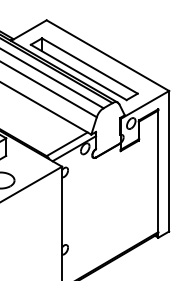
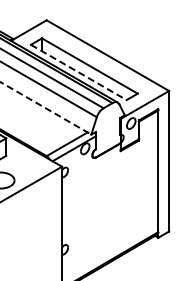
line at (79, 72): solid -> dashed
line at (46, 108): solid -> dashed
